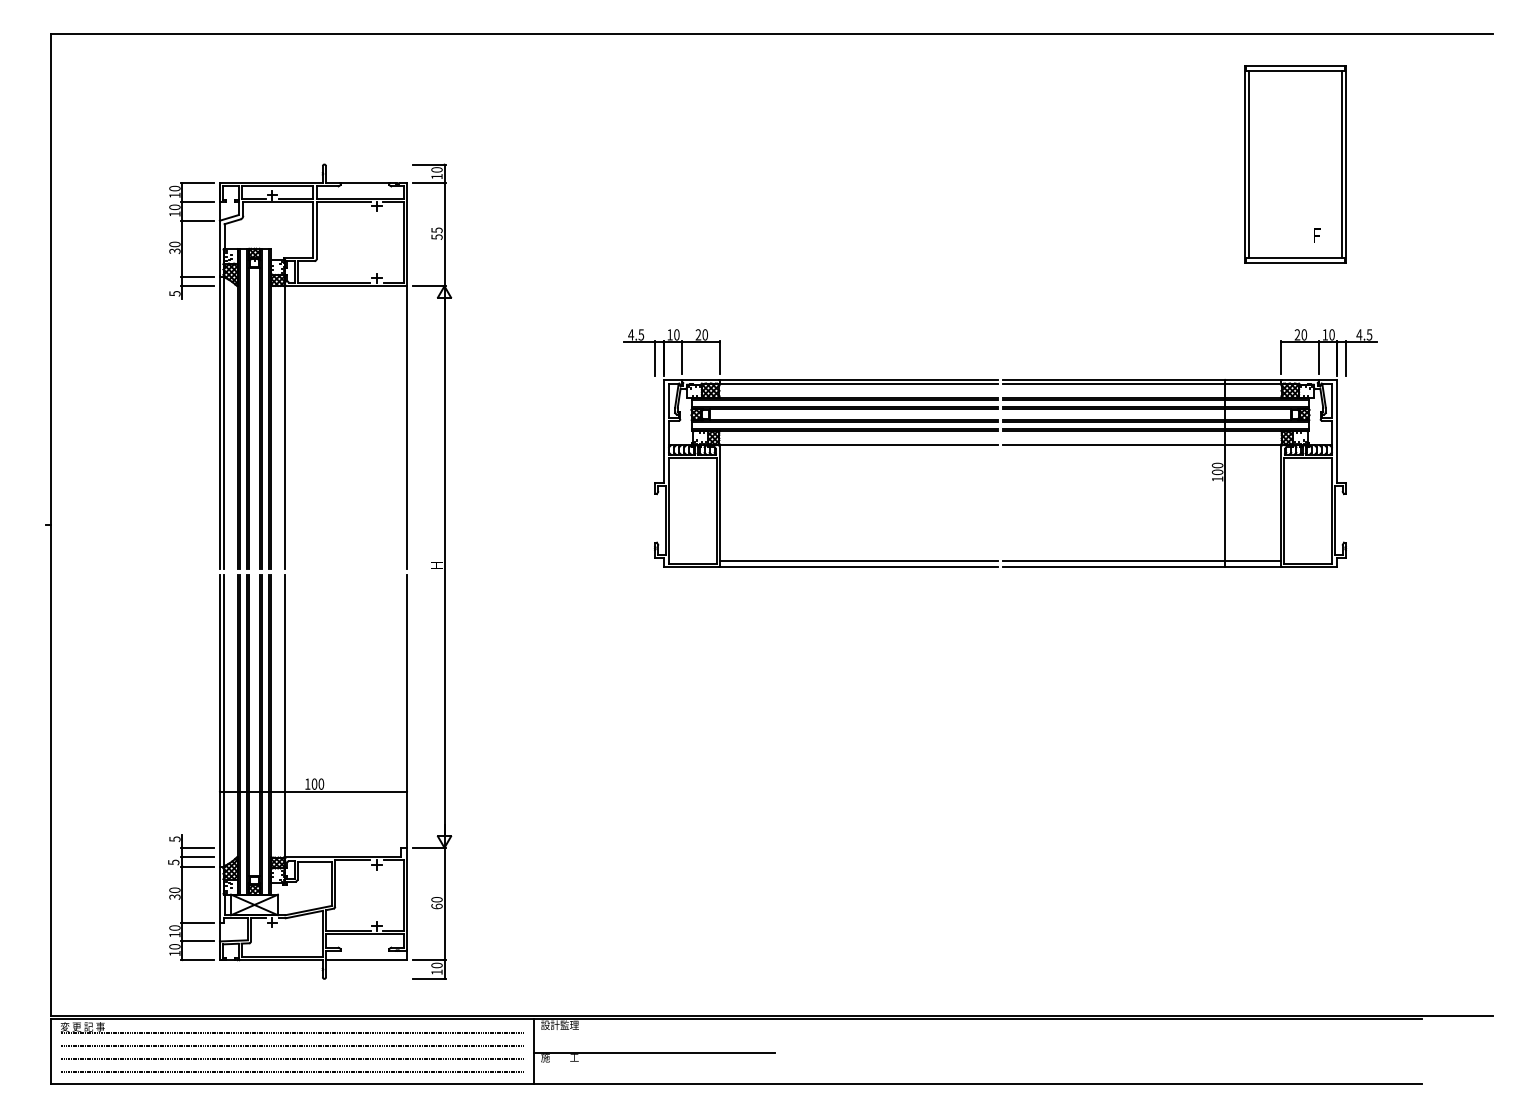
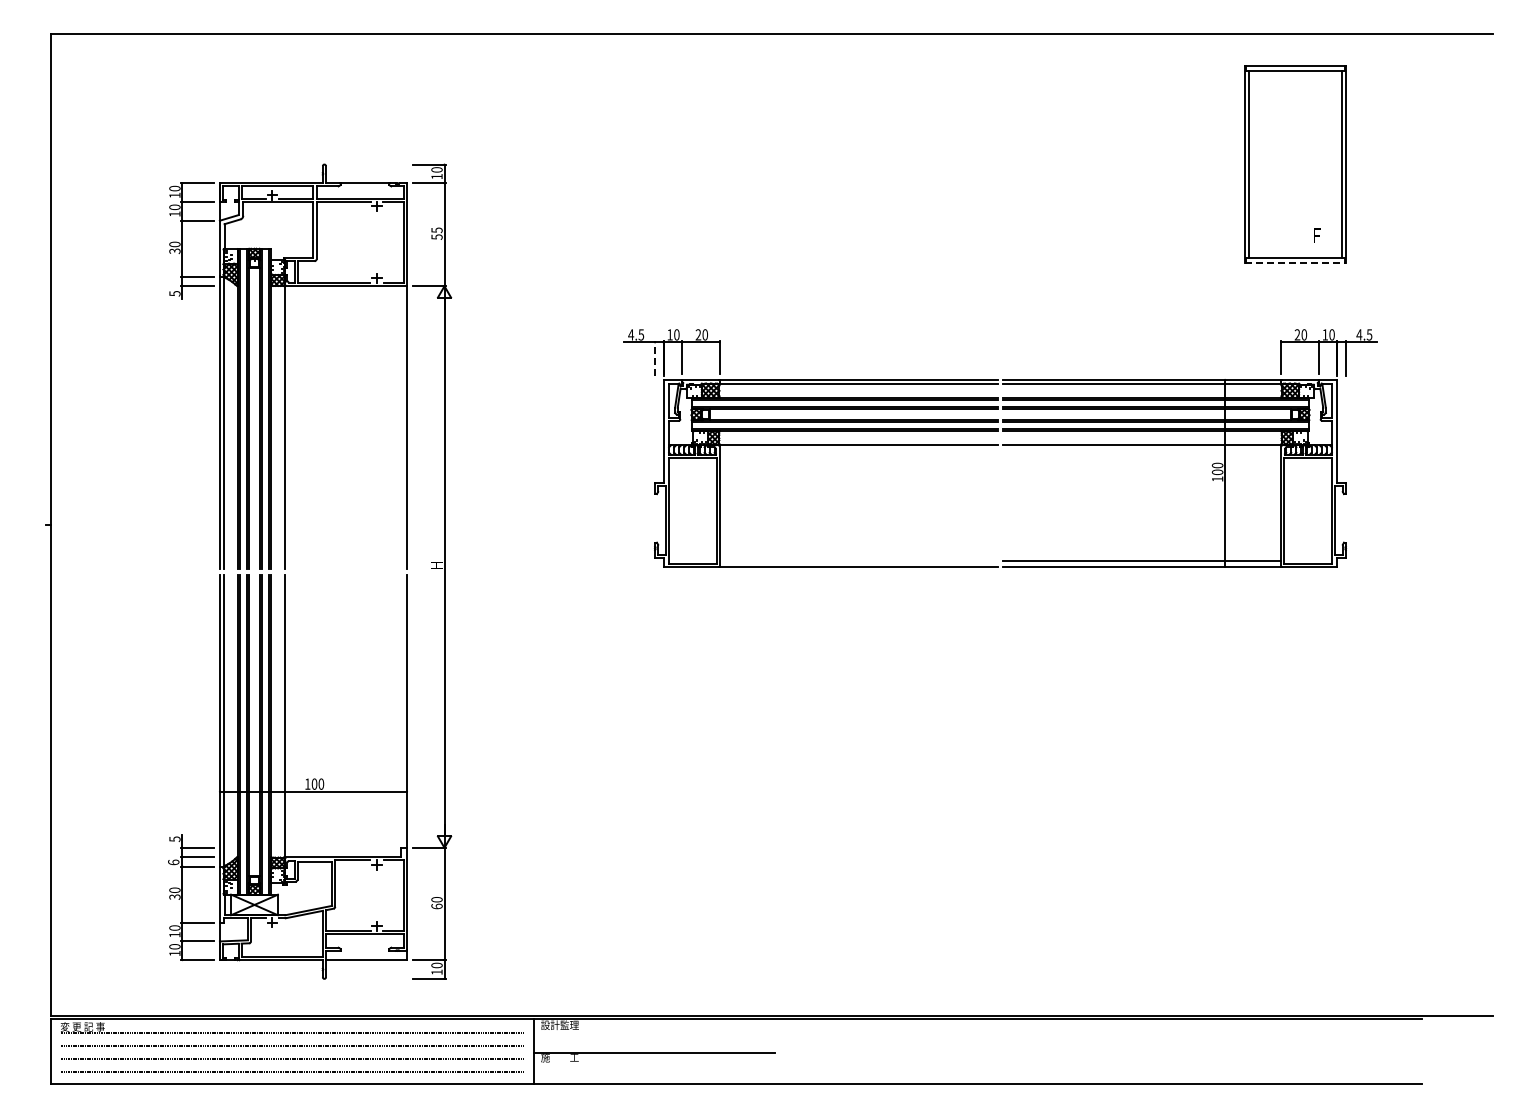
line at (1296, 263): solid -> dashed
line at (655, 358): solid -> dashed
line at (858, 561): present -> none
text at (173, 862): 5 -> 6
